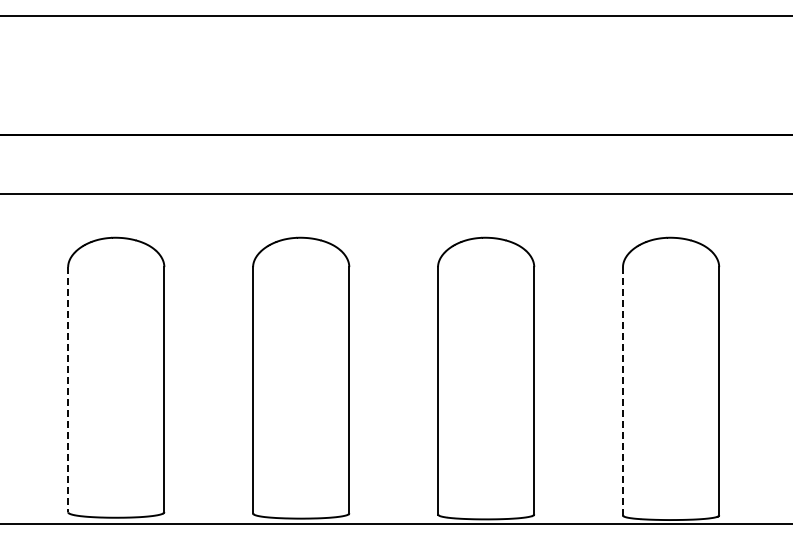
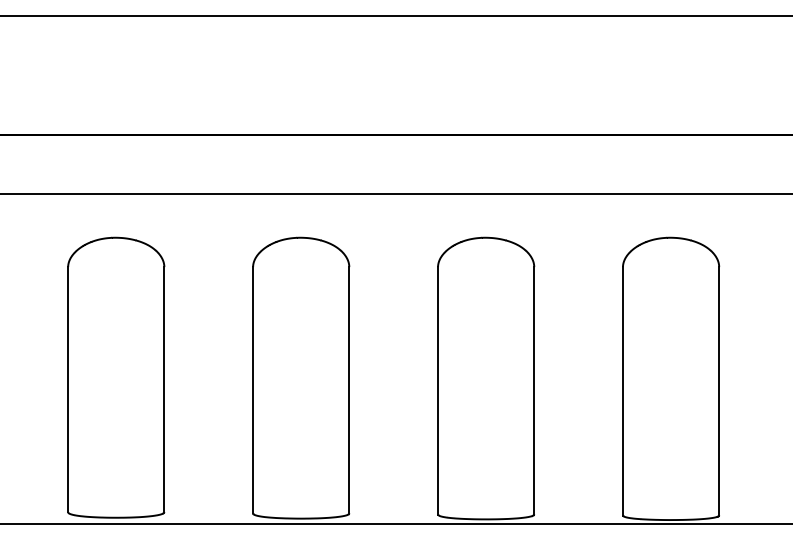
line at (68, 389): dashed -> solid
line at (623, 391): dashed -> solid
